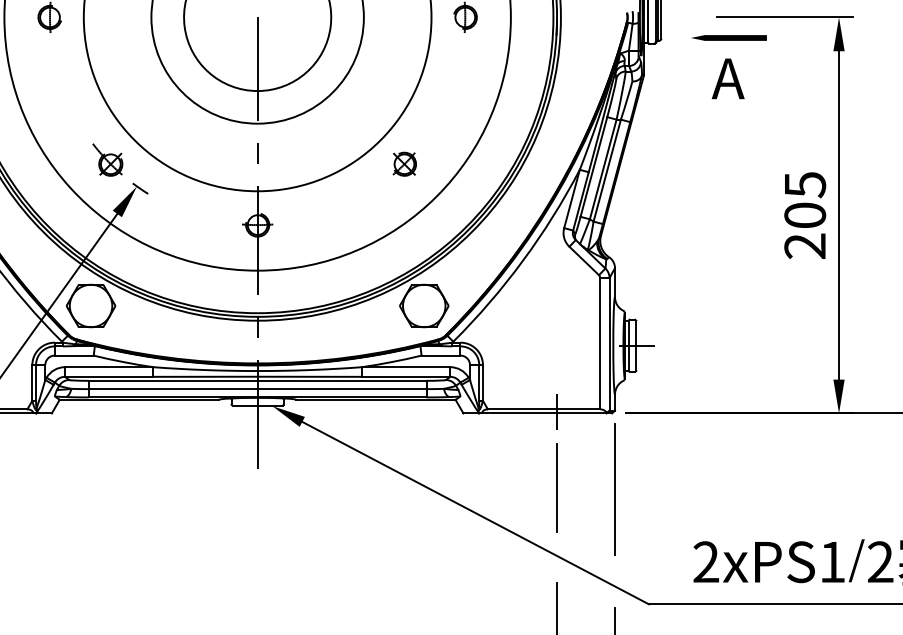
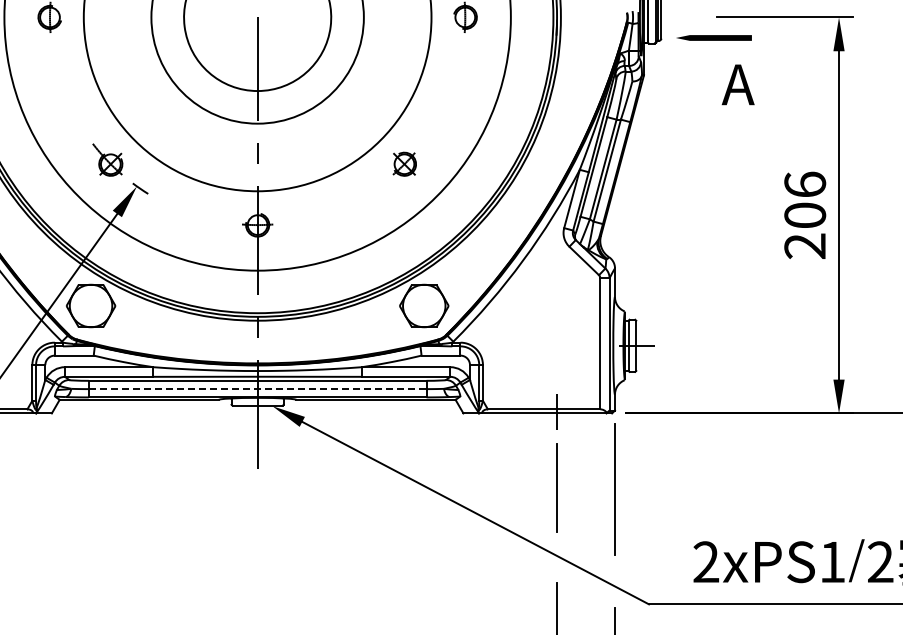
line at (728, 37) position: (728, 37) -> (713, 37)
text at (727, 78) position: (727, 78) -> (737, 84)
text at (805, 184): 205 -> 206
line at (257, 389): solid -> dashed
